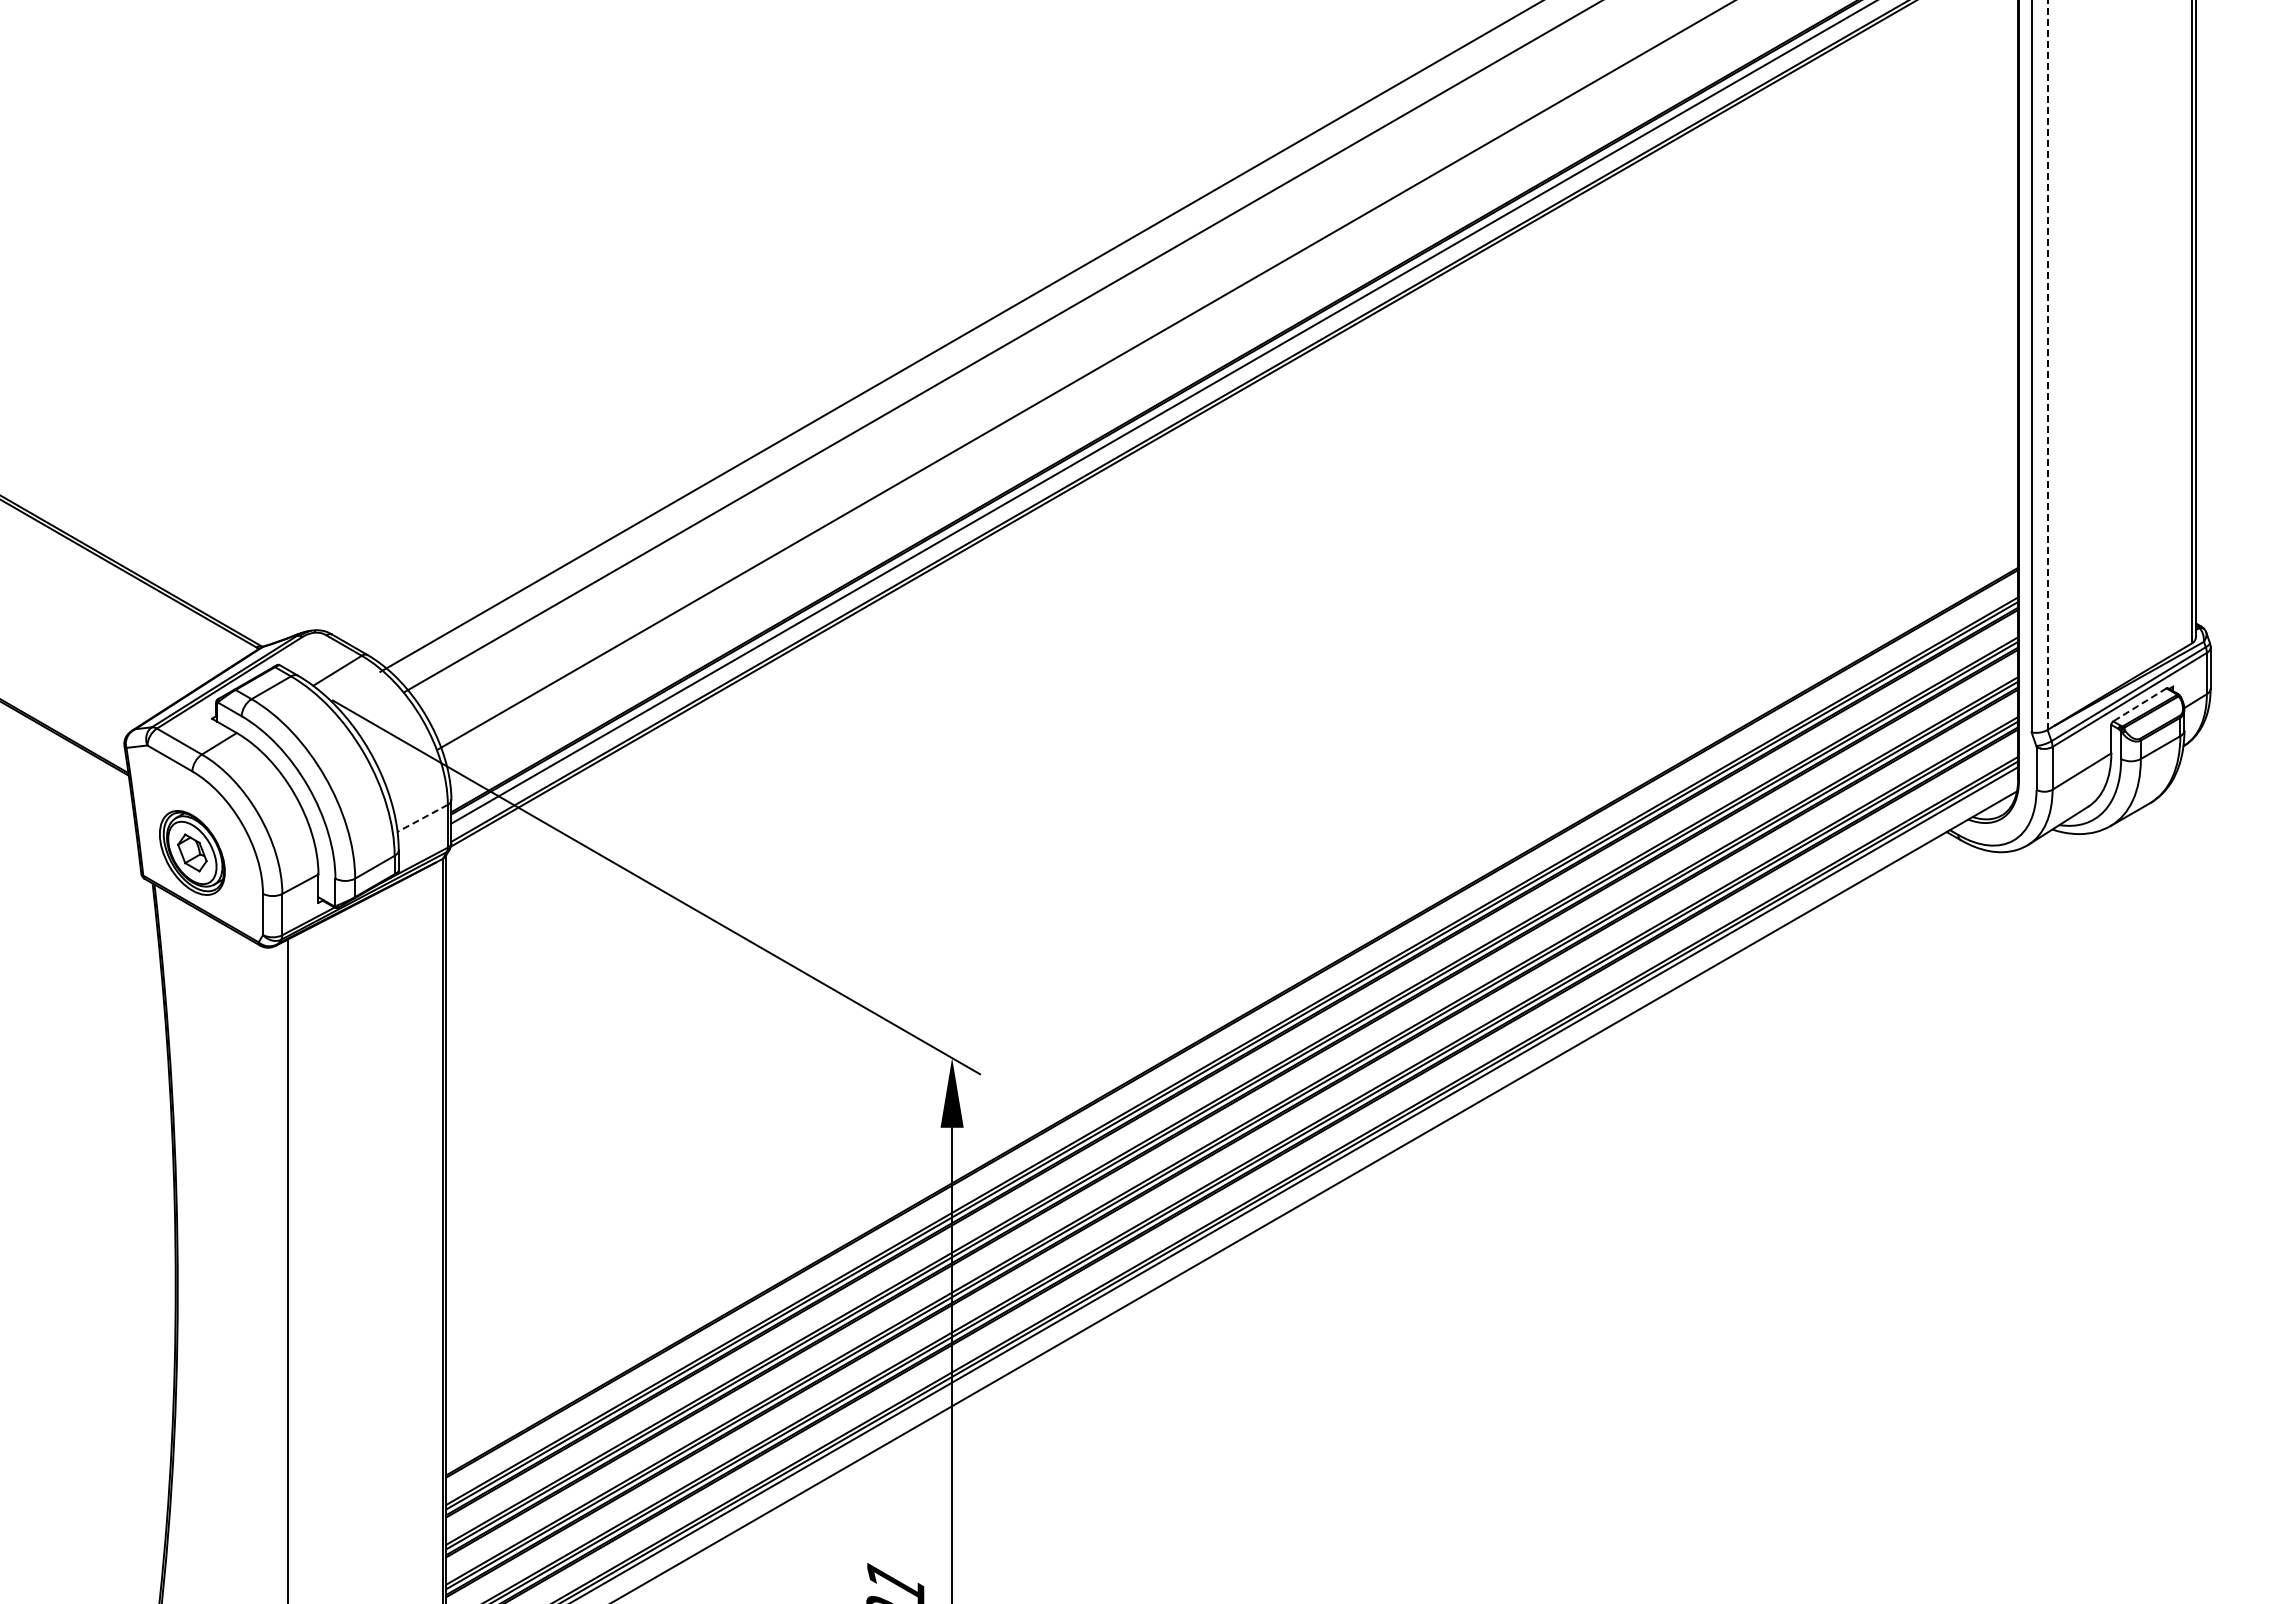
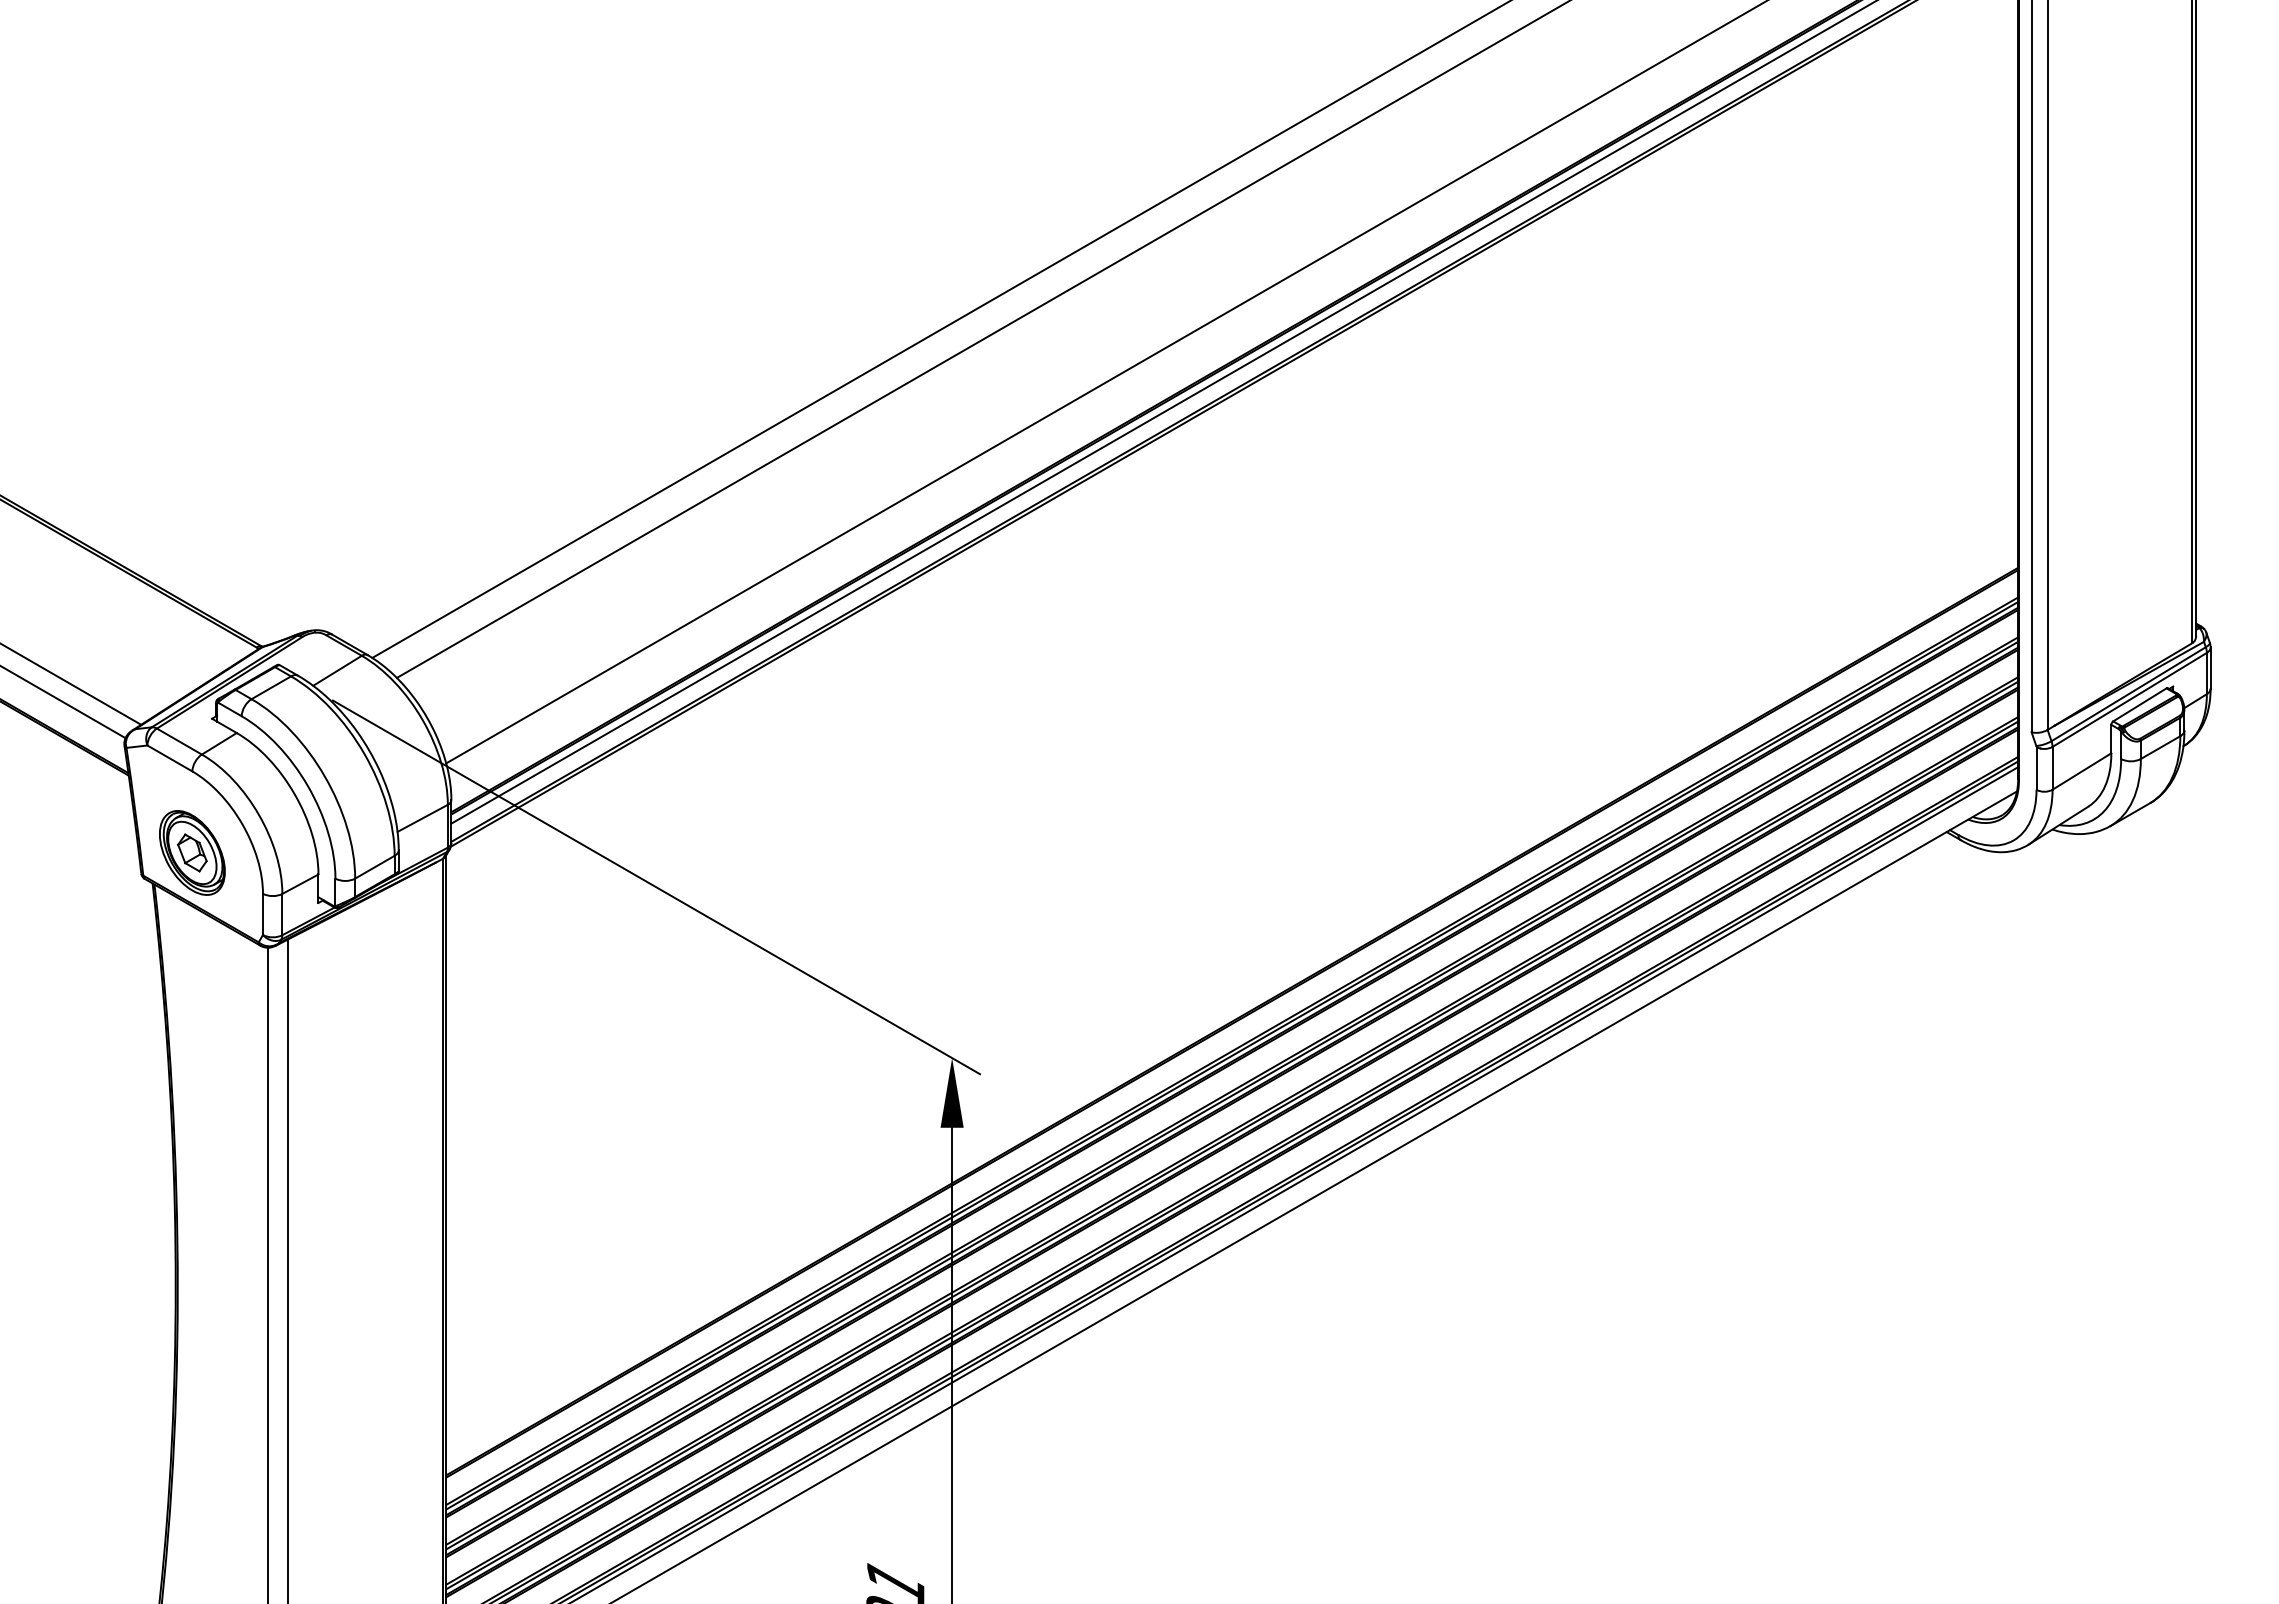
line at (960, 336) position: (960, 336) -> (939, 329)
line at (1001, 346) position: (1001, 346) -> (981, 339)
line at (2047, 365): dashed -> solid
line at (1085, 375) position: (1085, 375) -> (1105, 382)
line at (71, 684): none -> present
line at (63, 702): none -> present
line at (2139, 705): dashed -> solid
line at (422, 818): dashed -> solid
line at (268, 1273): none -> present
